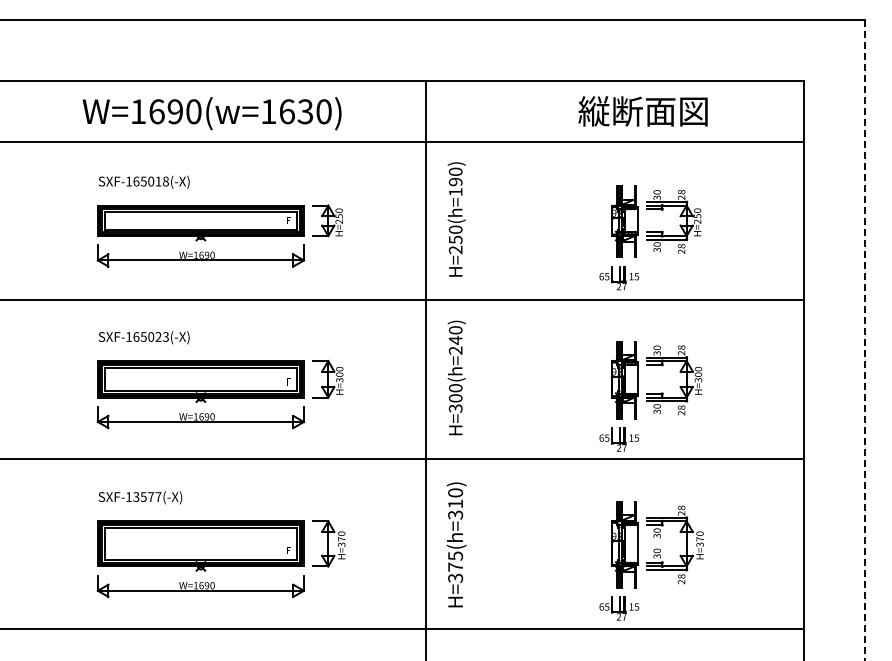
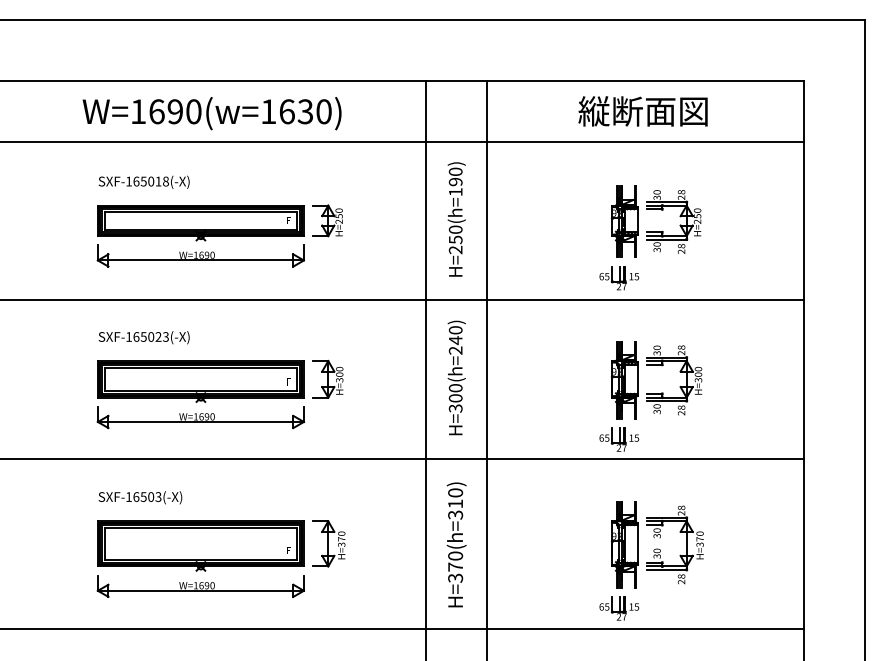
line at (865, 339): dashed -> solid
line at (487, 368): none -> present
text at (147, 497): SXF-13577(-X) -> SXF-16503(-X)
text at (455, 555): H=375(h=310) -> H=370(h=310)
